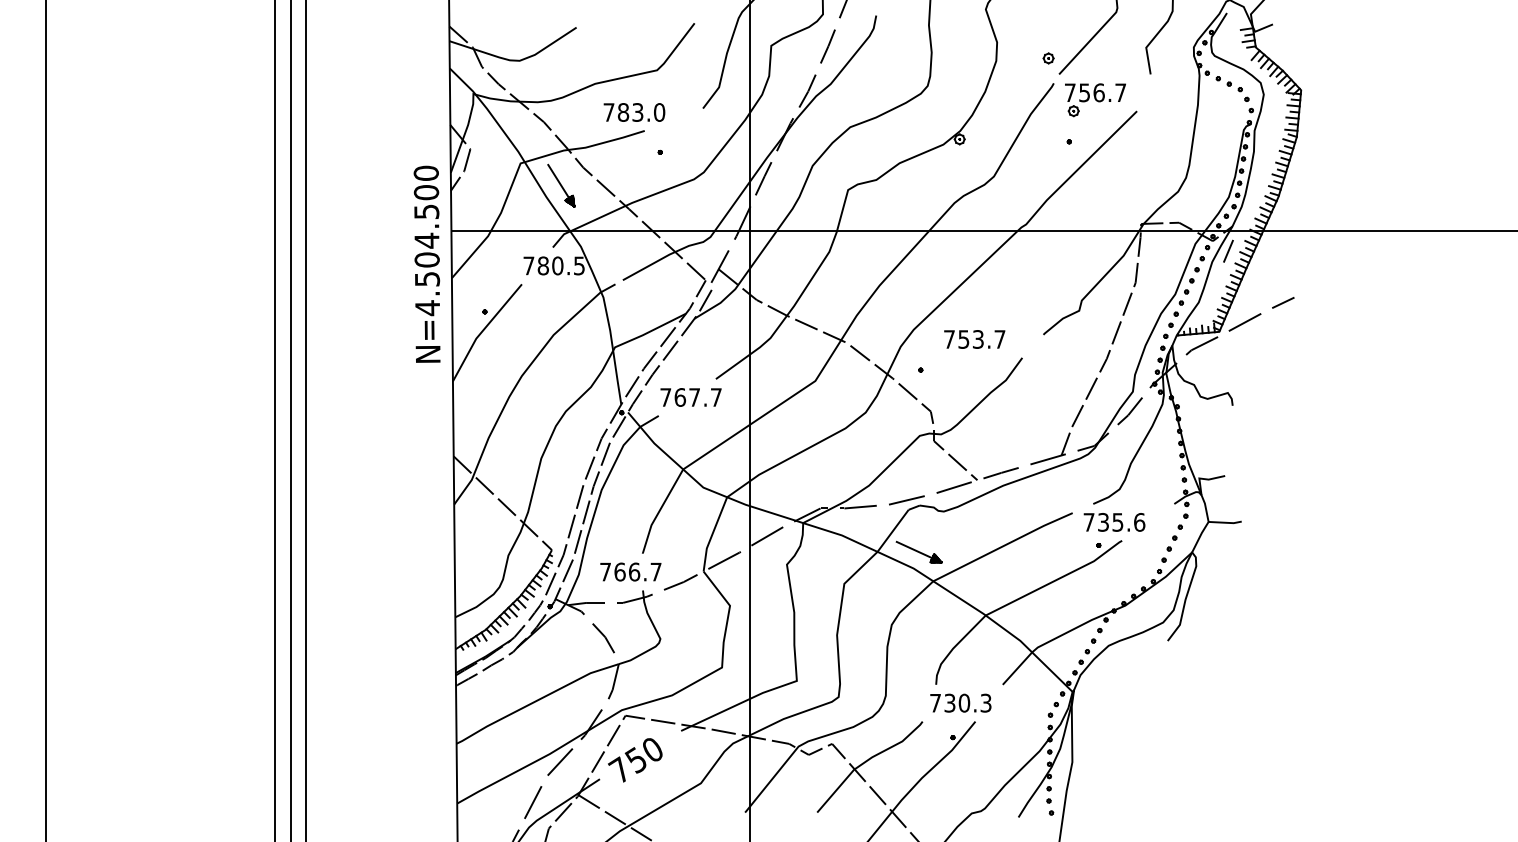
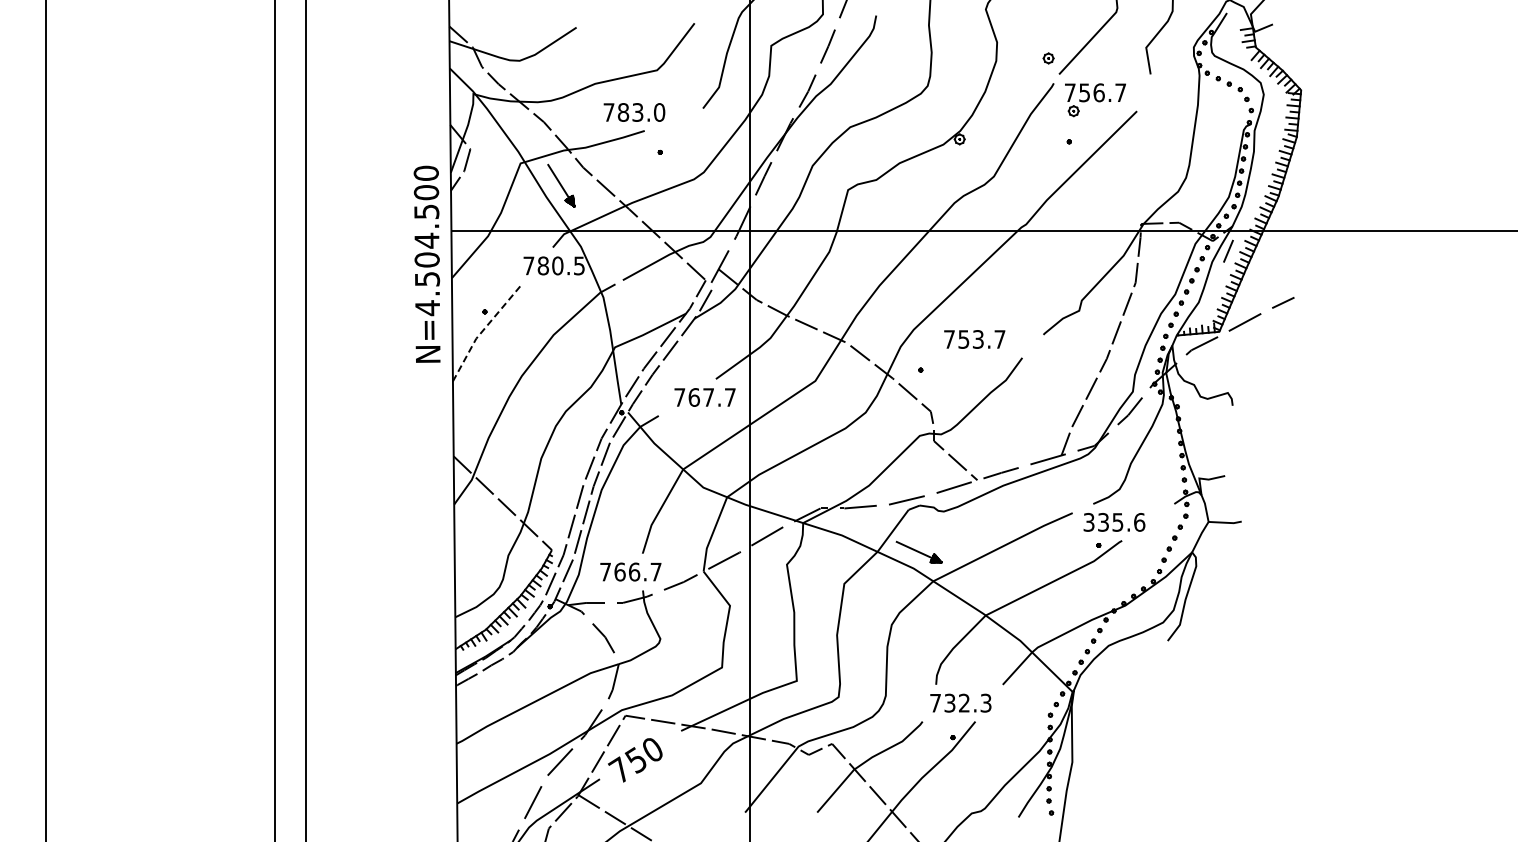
line at (483, 330): solid -> dashed
text at (690, 397) position: (690, 397) -> (704, 397)
line at (290, 420): present -> none
text at (1088, 521): 735.6 -> 335.6
text at (964, 702): 730.3 -> 732.3
